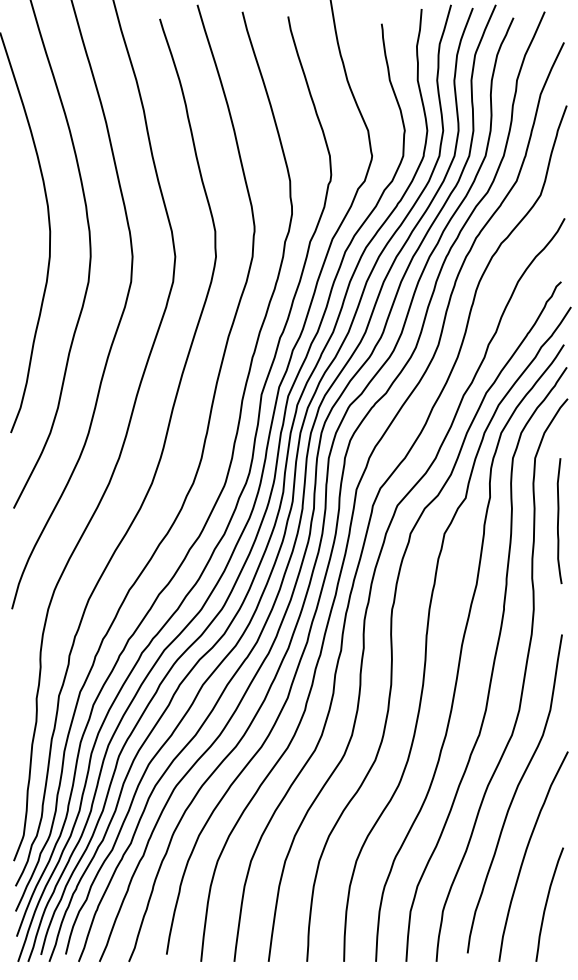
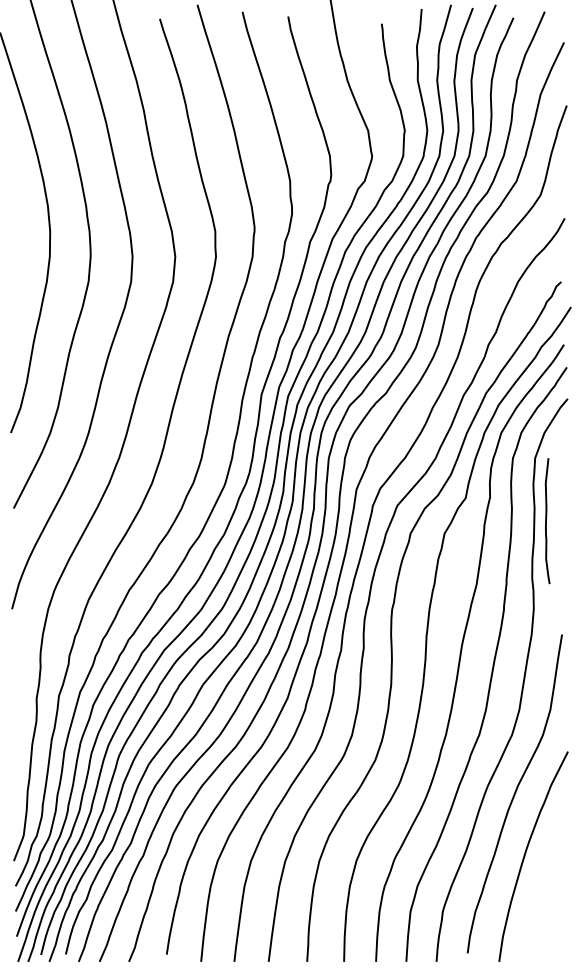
curve at (558, 521) position: (558, 521) -> (546, 521)
curve at (547, 903): present -> none
